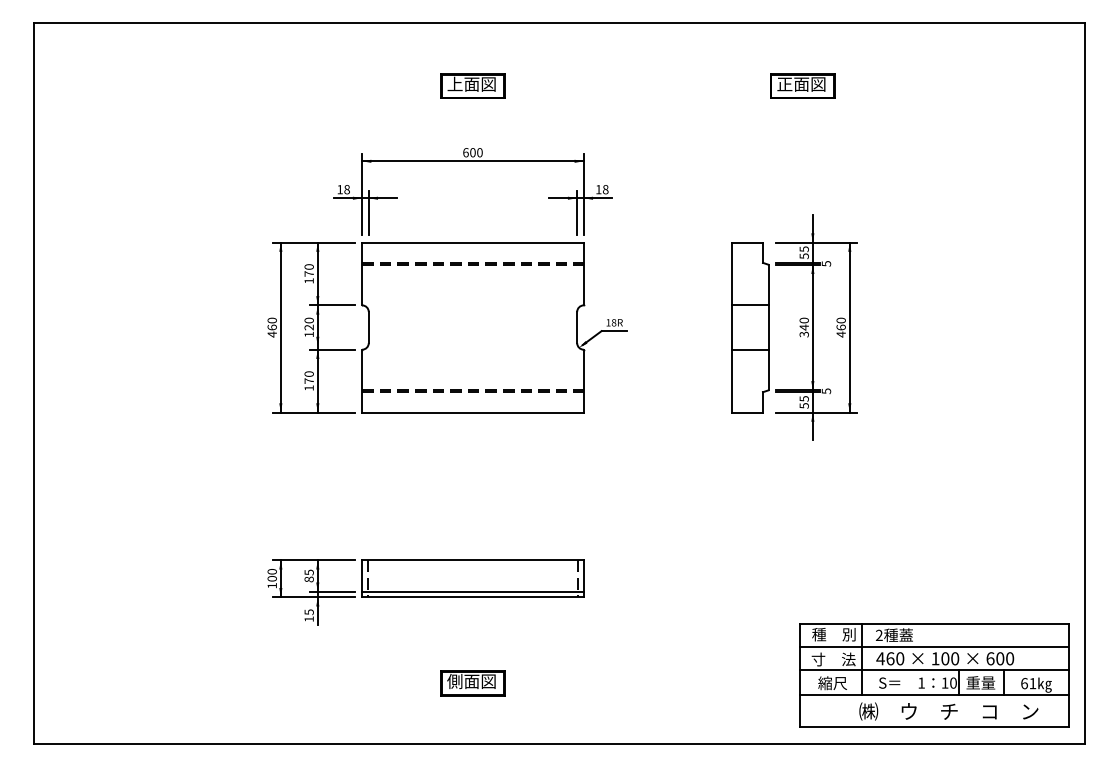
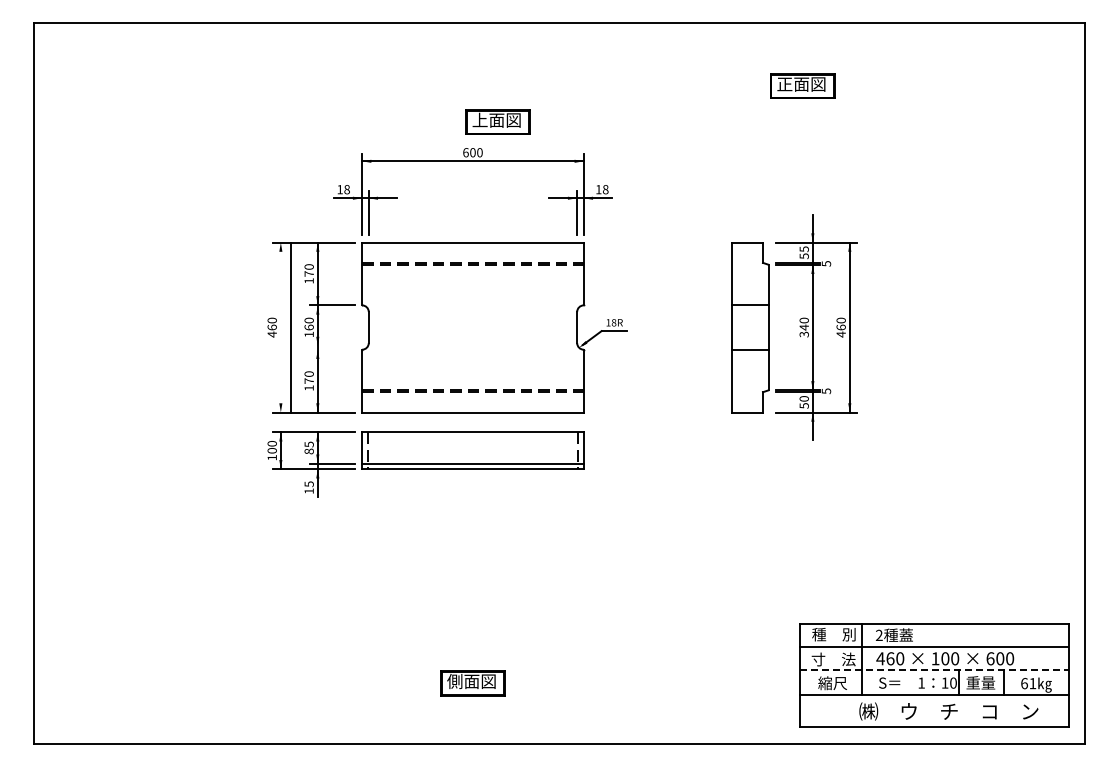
part at (472, 85) position: (472, 85) -> (497, 121)
line at (280, 327) position: (280, 327) -> (290, 327)
text at (308, 327): 120 -> 160
line at (332, 349): present -> none
text at (803, 398): 55 -> 50
part at (425, 592) position: (425, 592) -> (425, 464)
line at (934, 670): solid -> dashed
